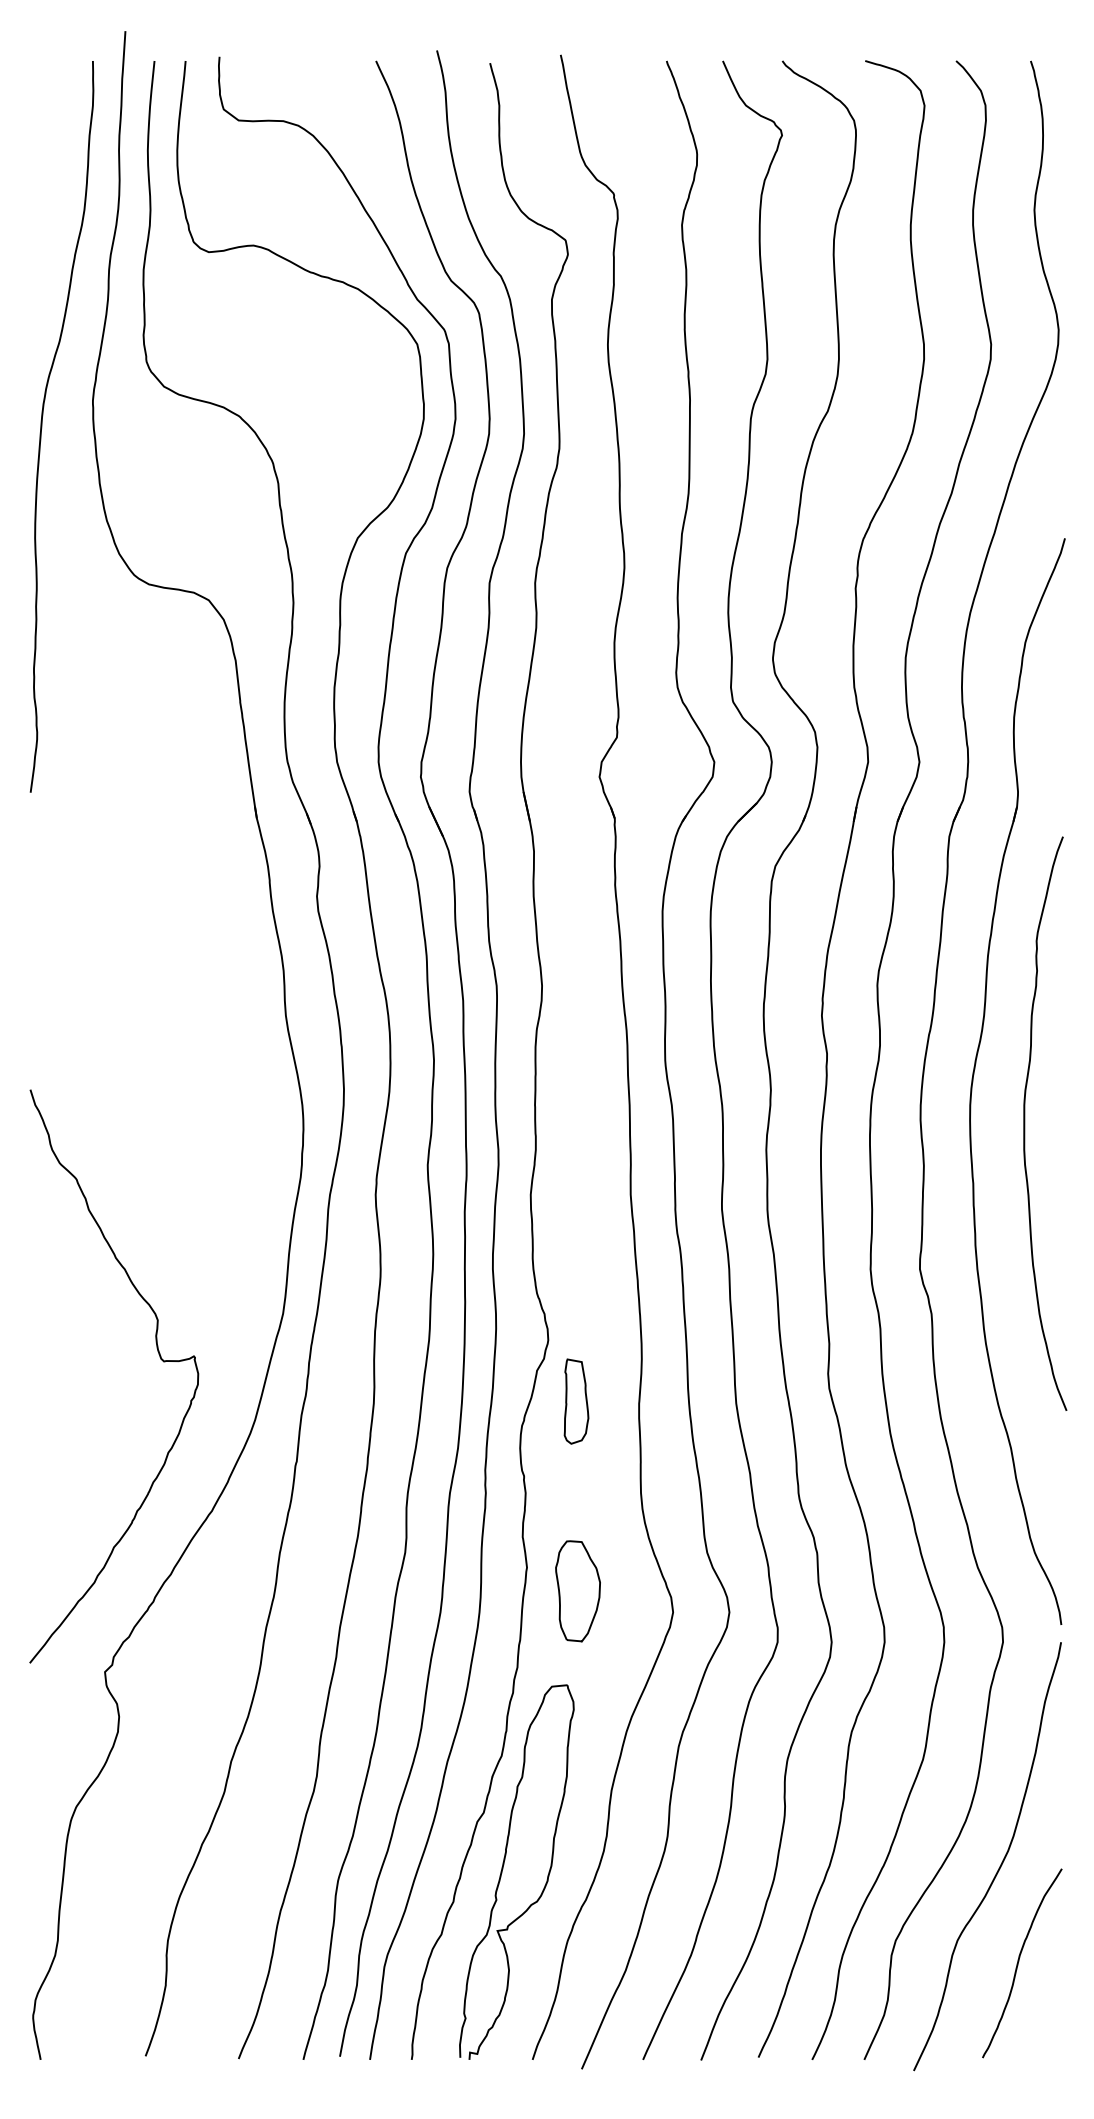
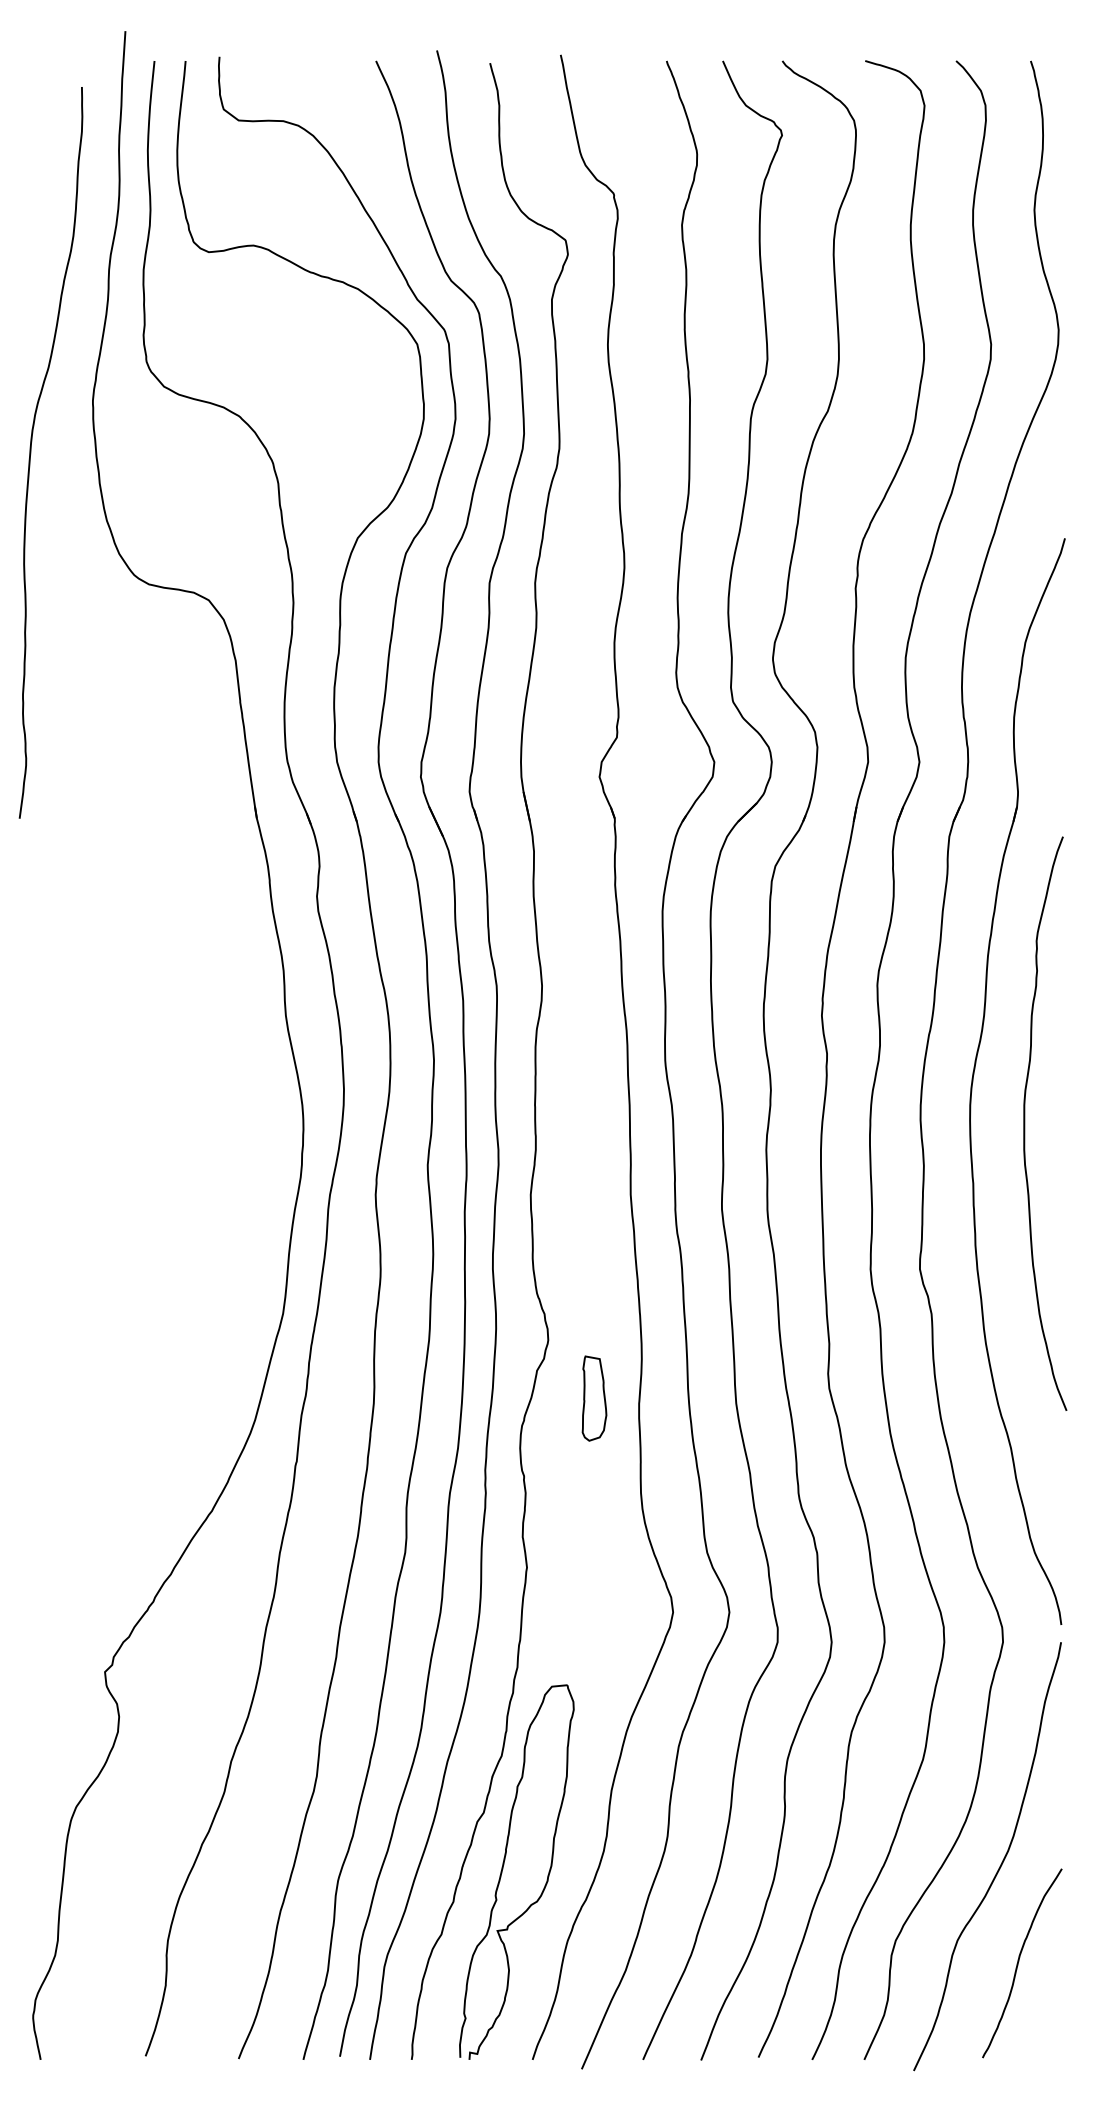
curve at (42, 426) position: (42, 426) -> (31, 452)
curve at (159, 1357): present -> none
part at (576, 1401) position: (576, 1401) -> (594, 1398)
part at (577, 1591): present -> none
